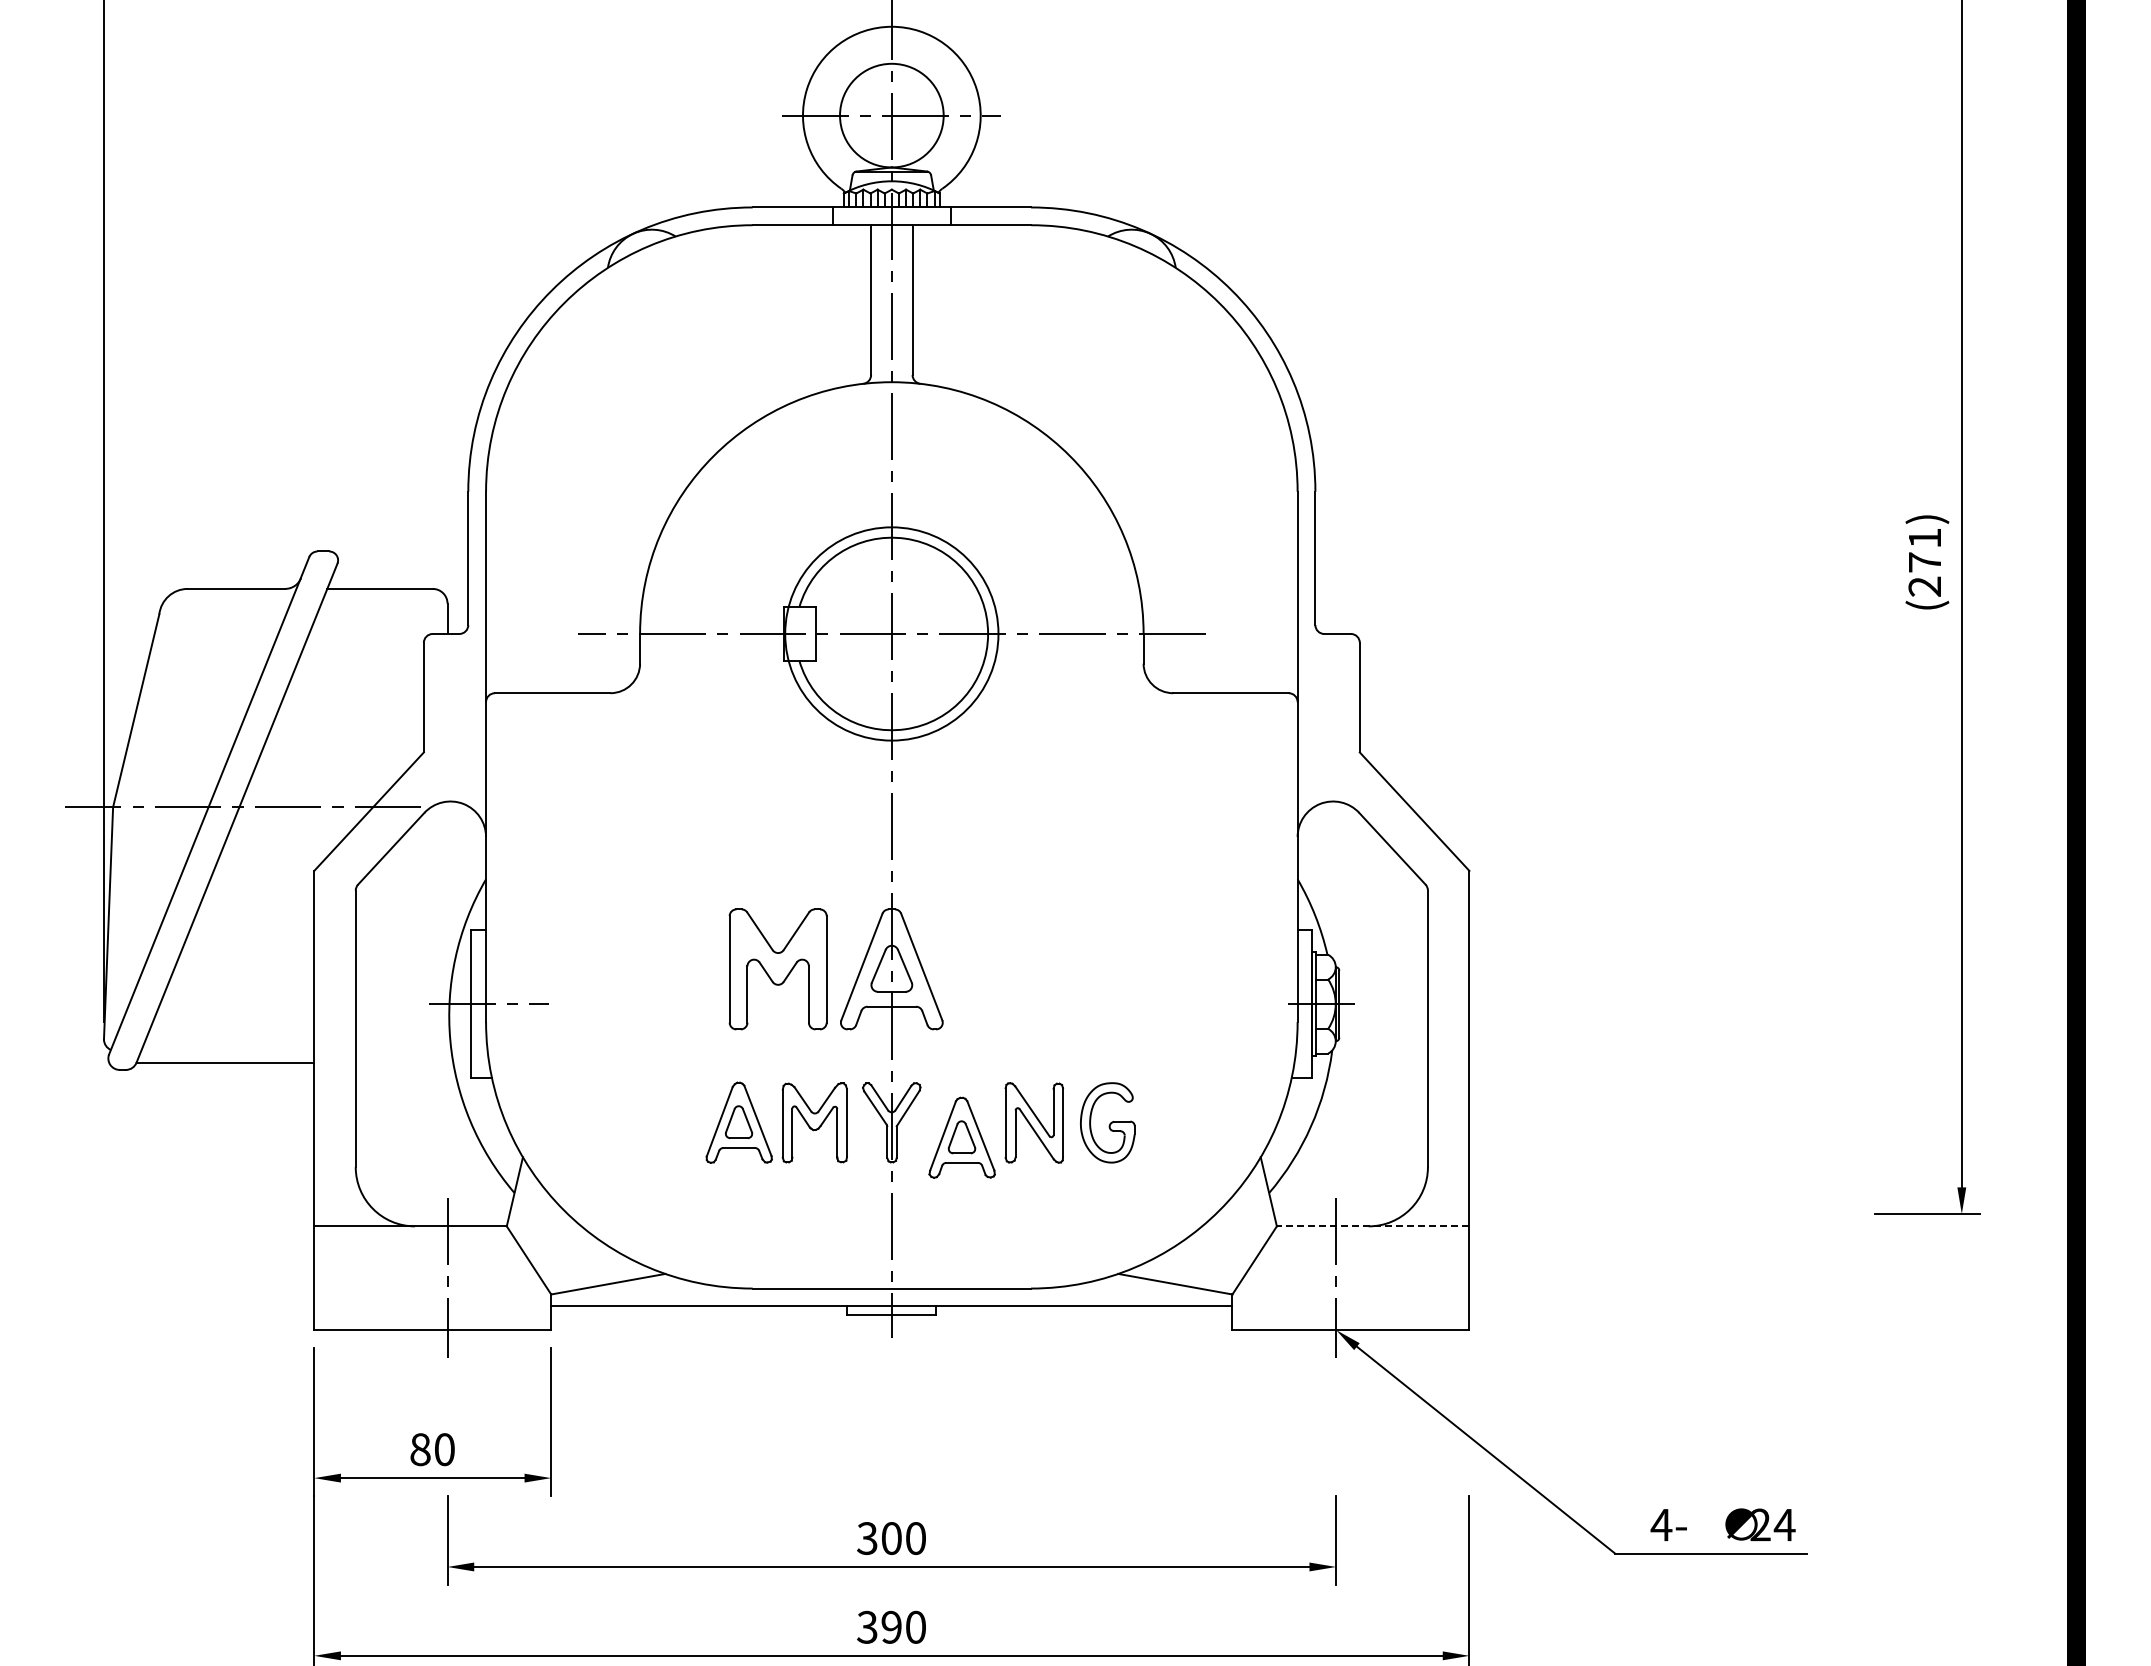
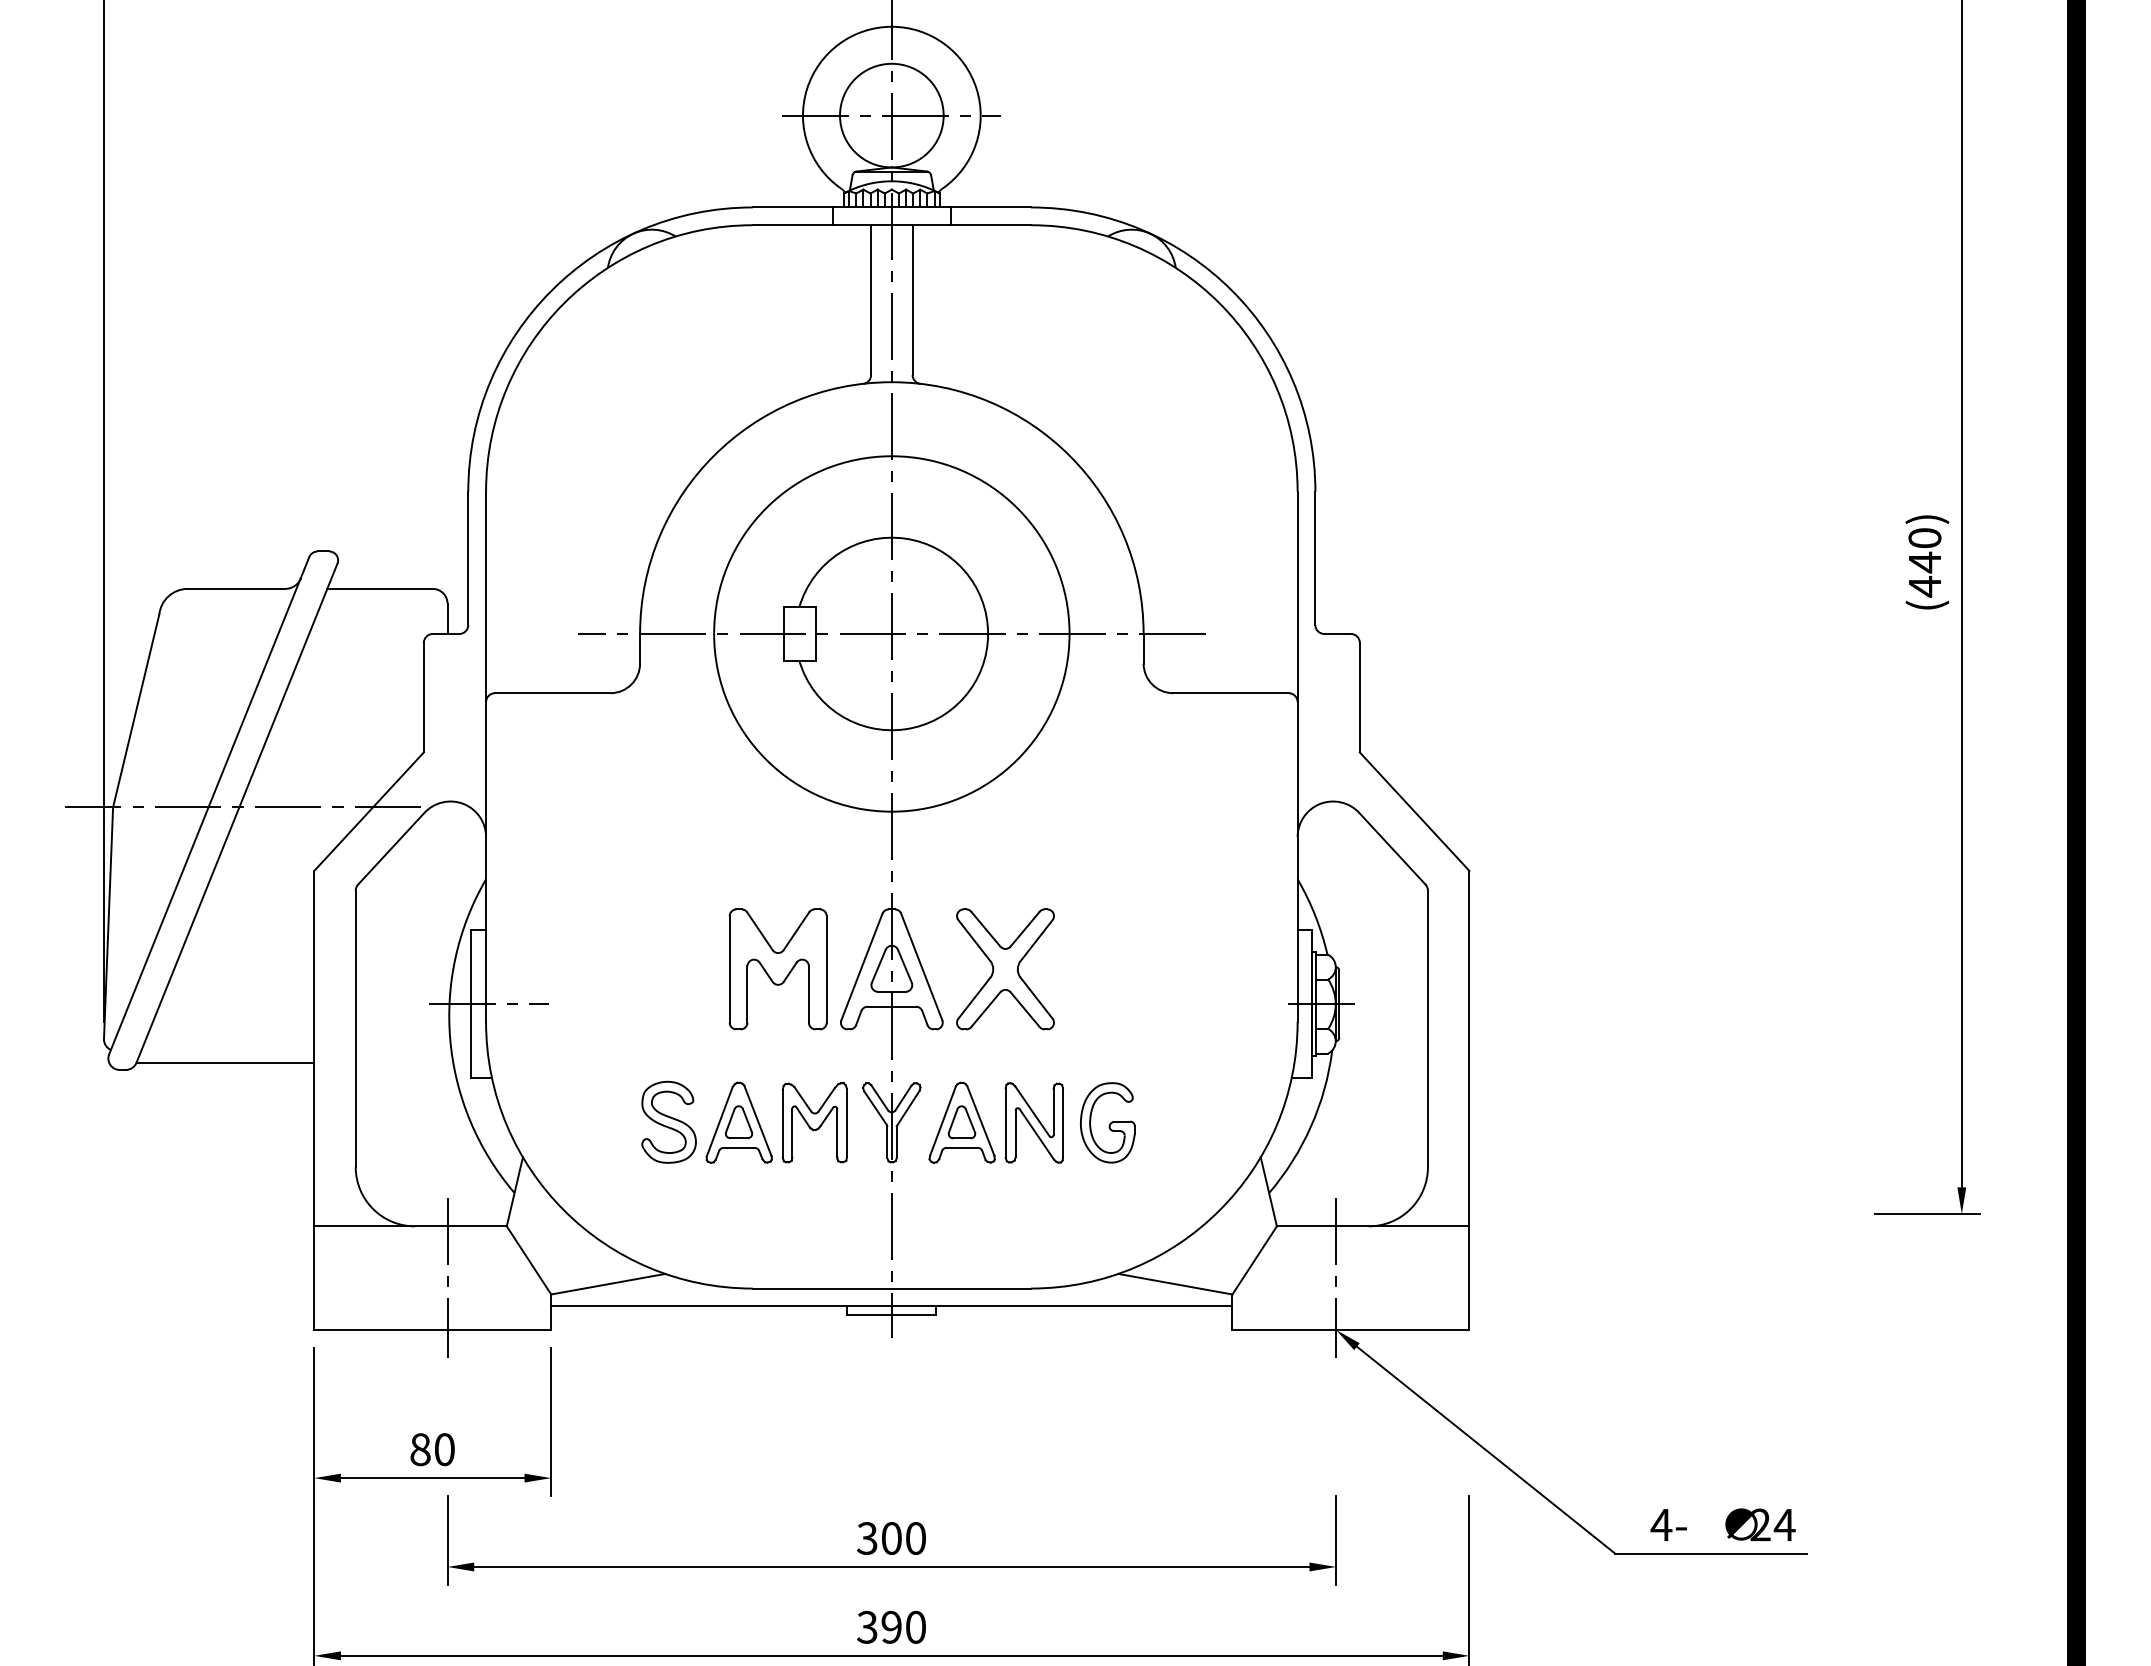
text at (1924, 562): (271) -> (440)
circle at (891, 633) diameter: 213 px -> 355 px
part at (1005, 969): none -> present
part at (668, 1121): none -> present
part at (961, 1137) position: (961, 1137) -> (961, 1122)
line at (1372, 1226): dashed -> solid
